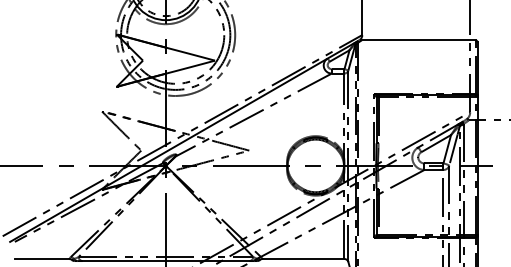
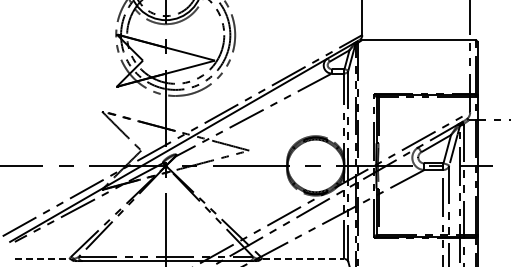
line at (42, 259): solid -> dashed
line at (303, 259): solid -> dashed
